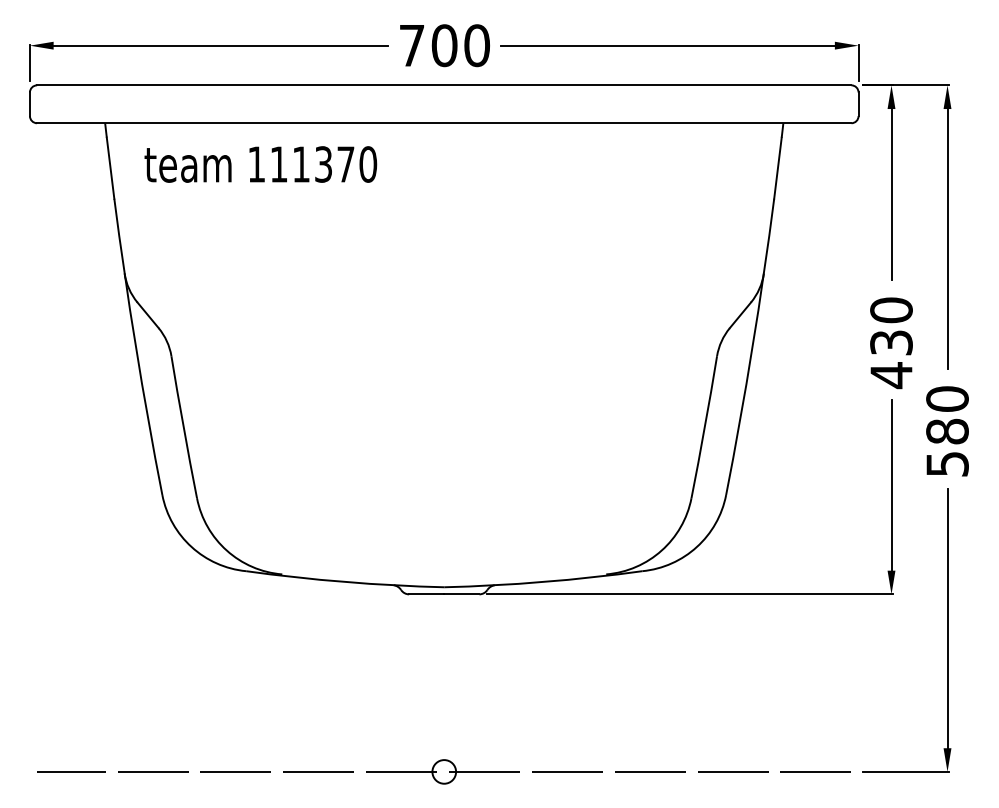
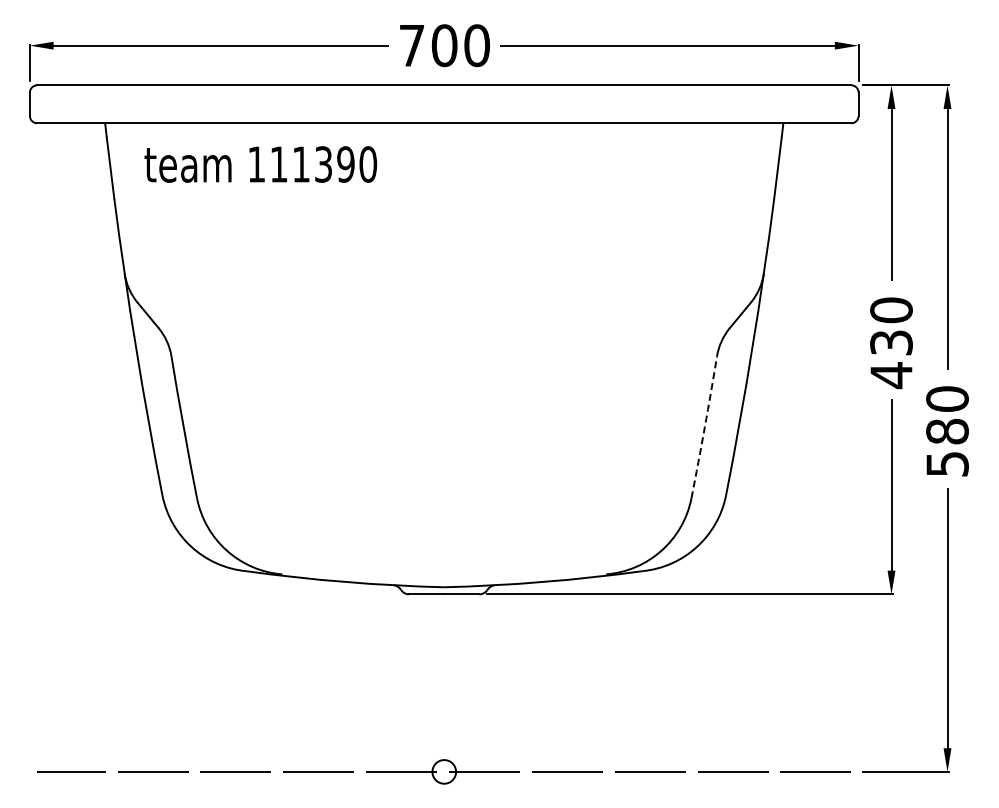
text at (345, 164): 111370 -> 111390
arc at (704, 427): solid -> dashed
